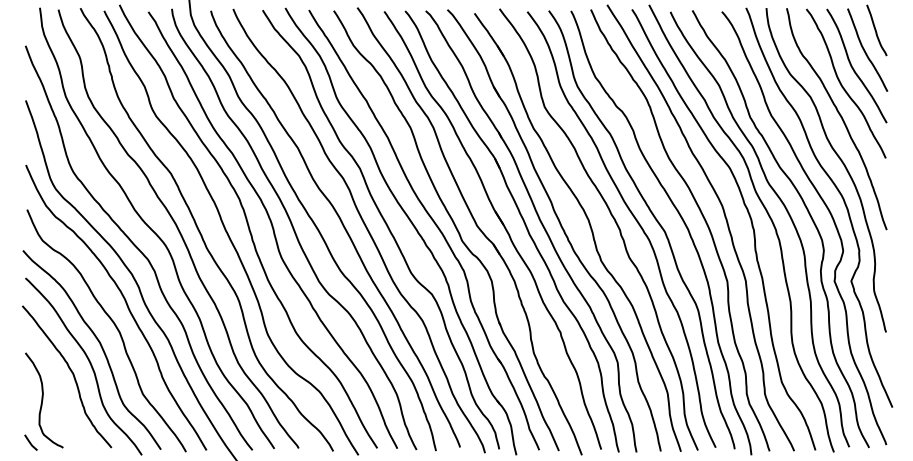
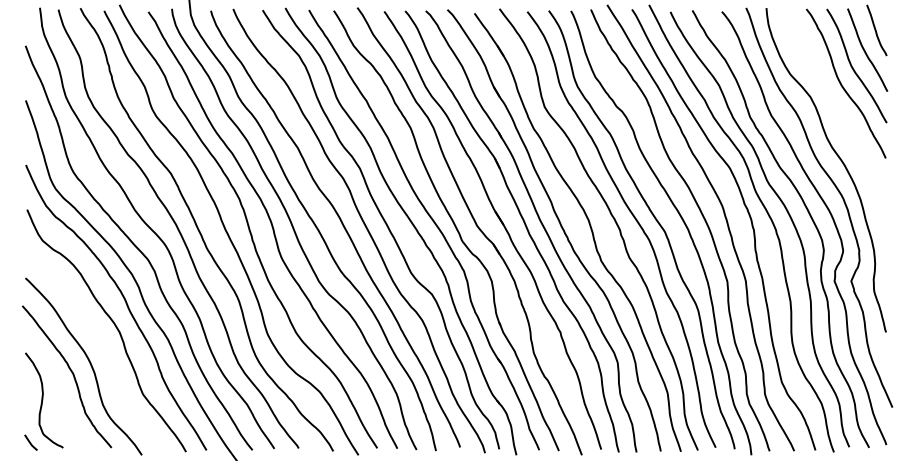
curve at (840, 117): present -> none
curve at (99, 344): present -> none
